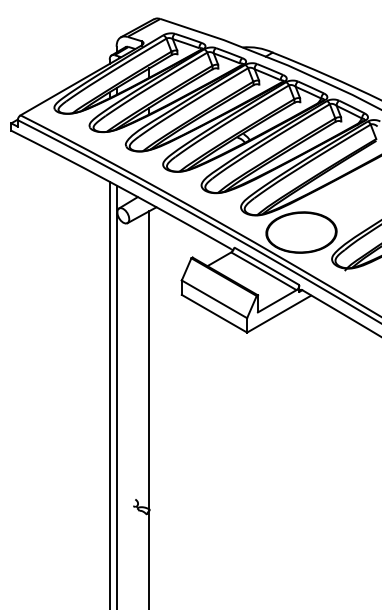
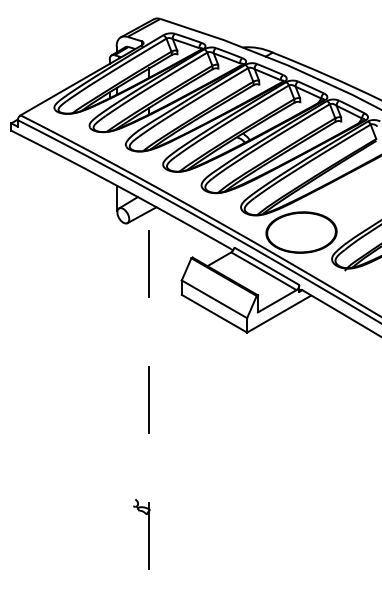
line at (109, 393): present -> none
line at (117, 409): present -> none
line at (149, 410): solid -> dashed
